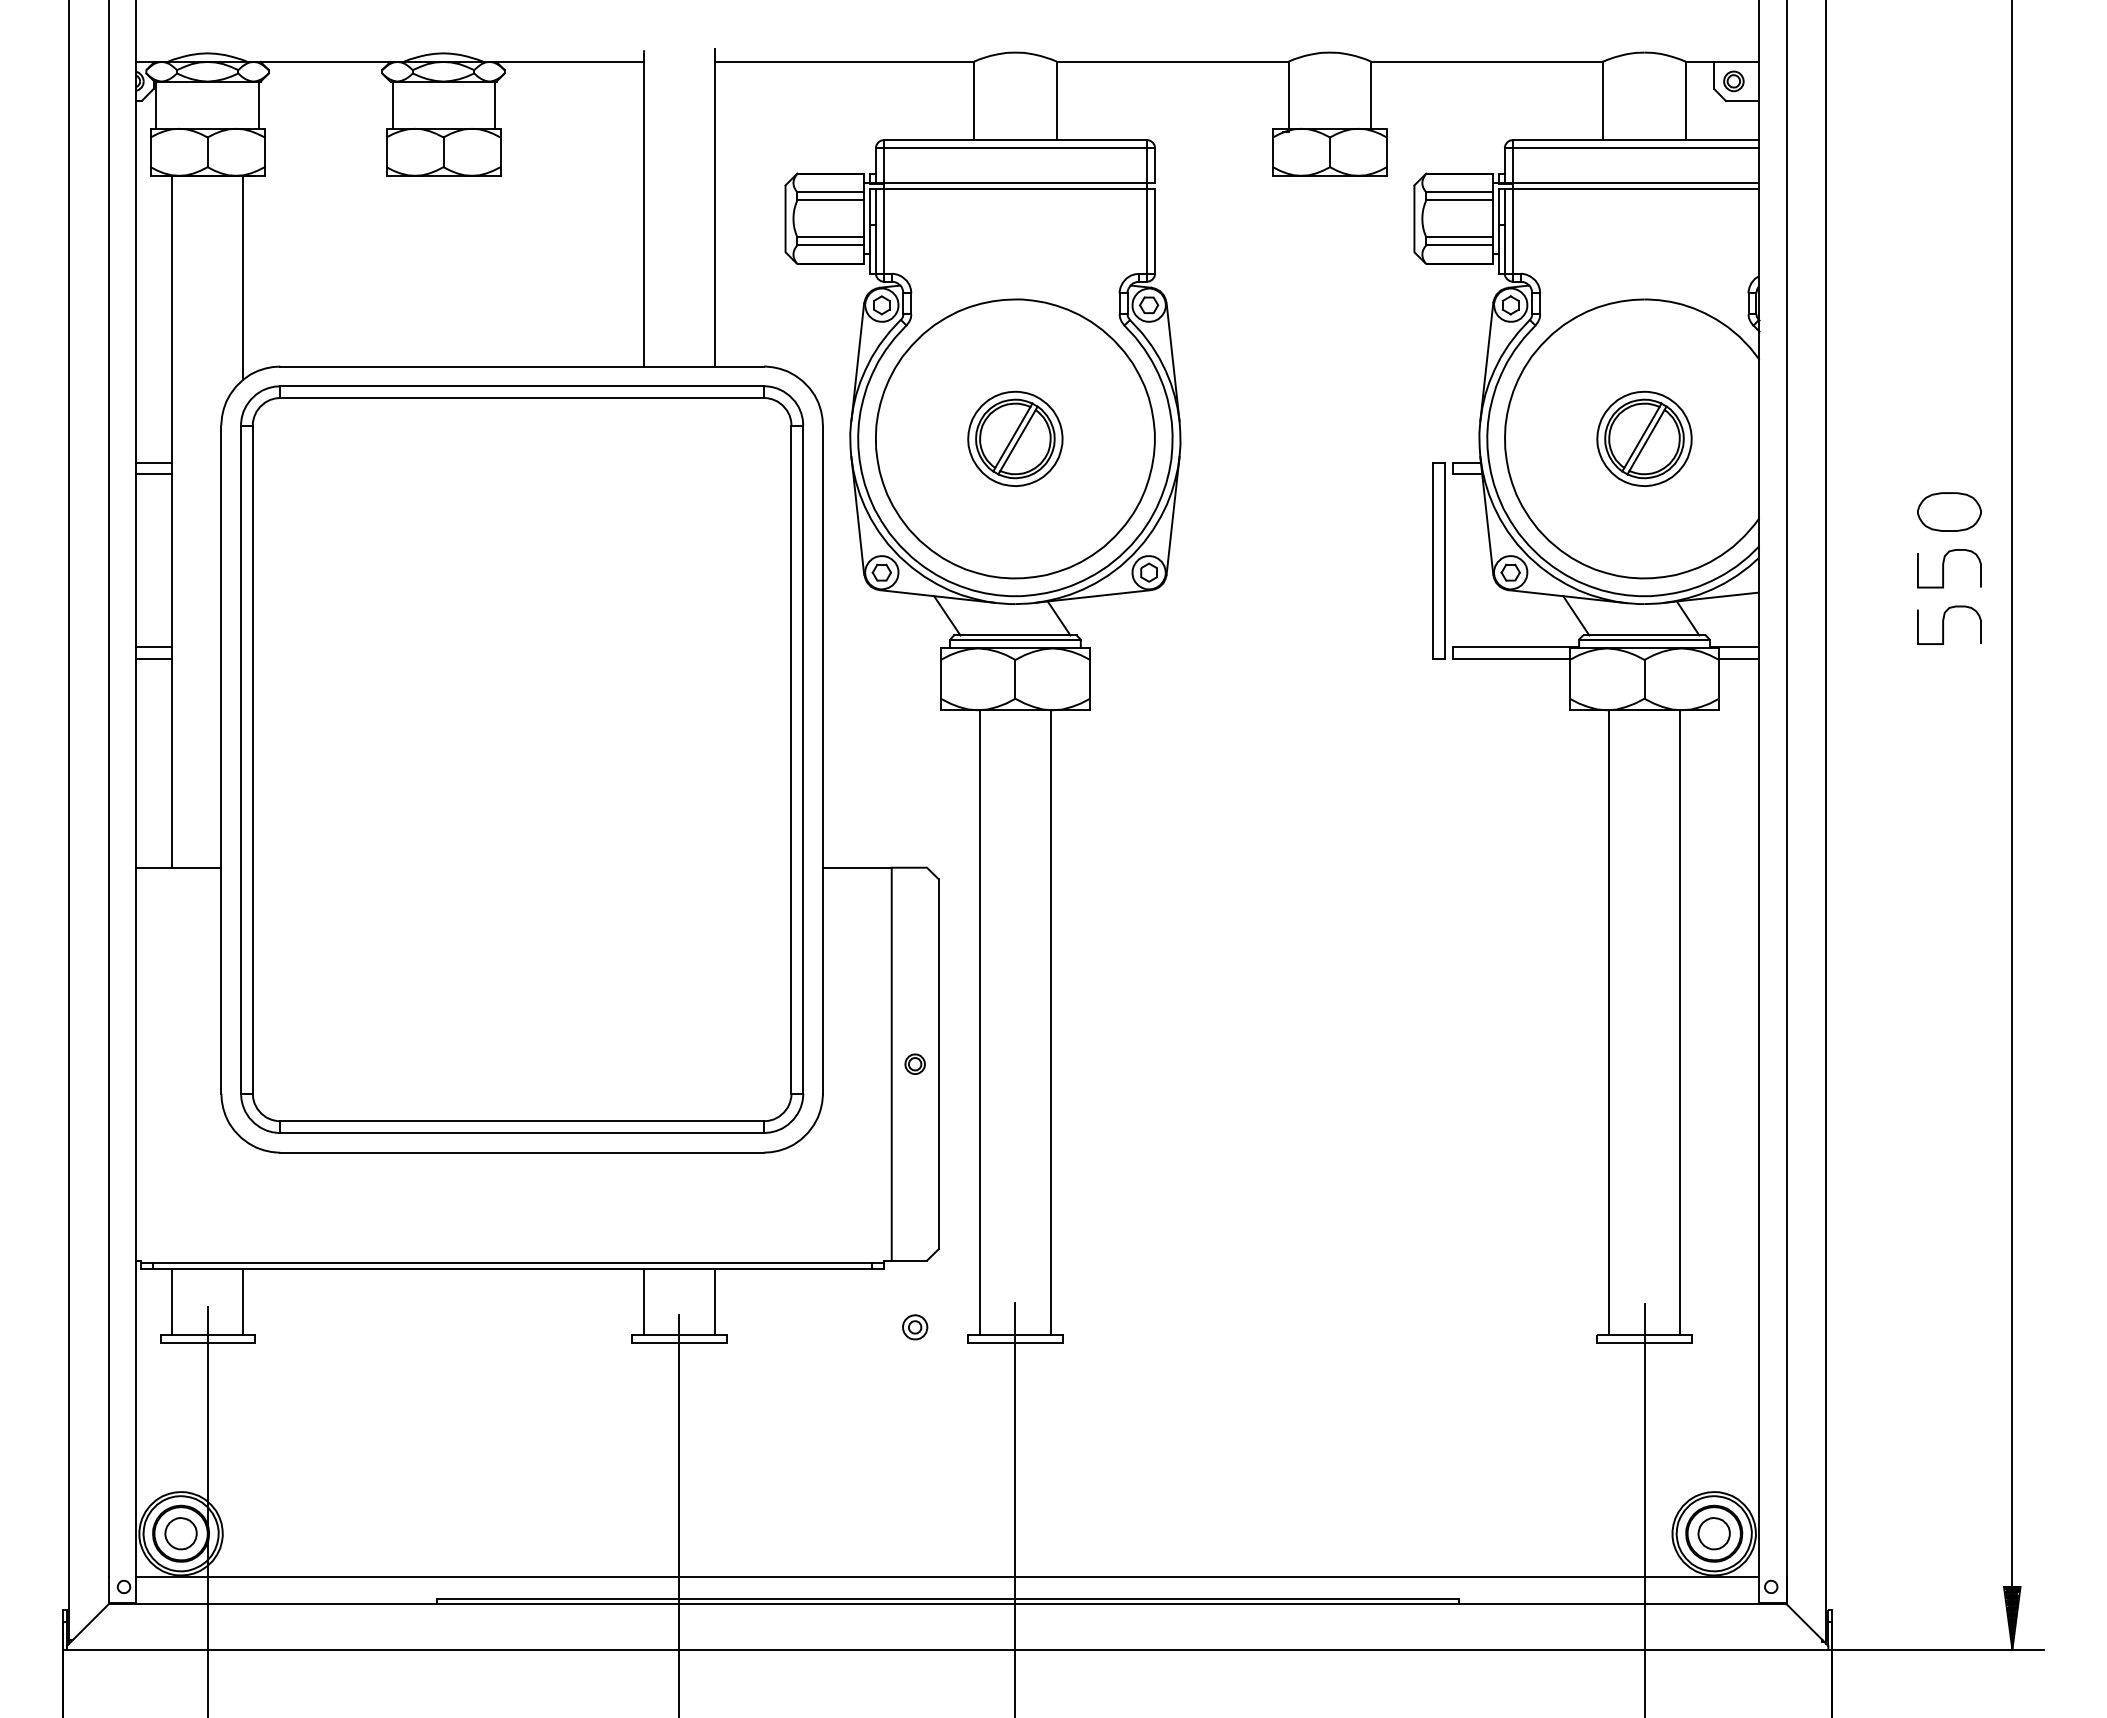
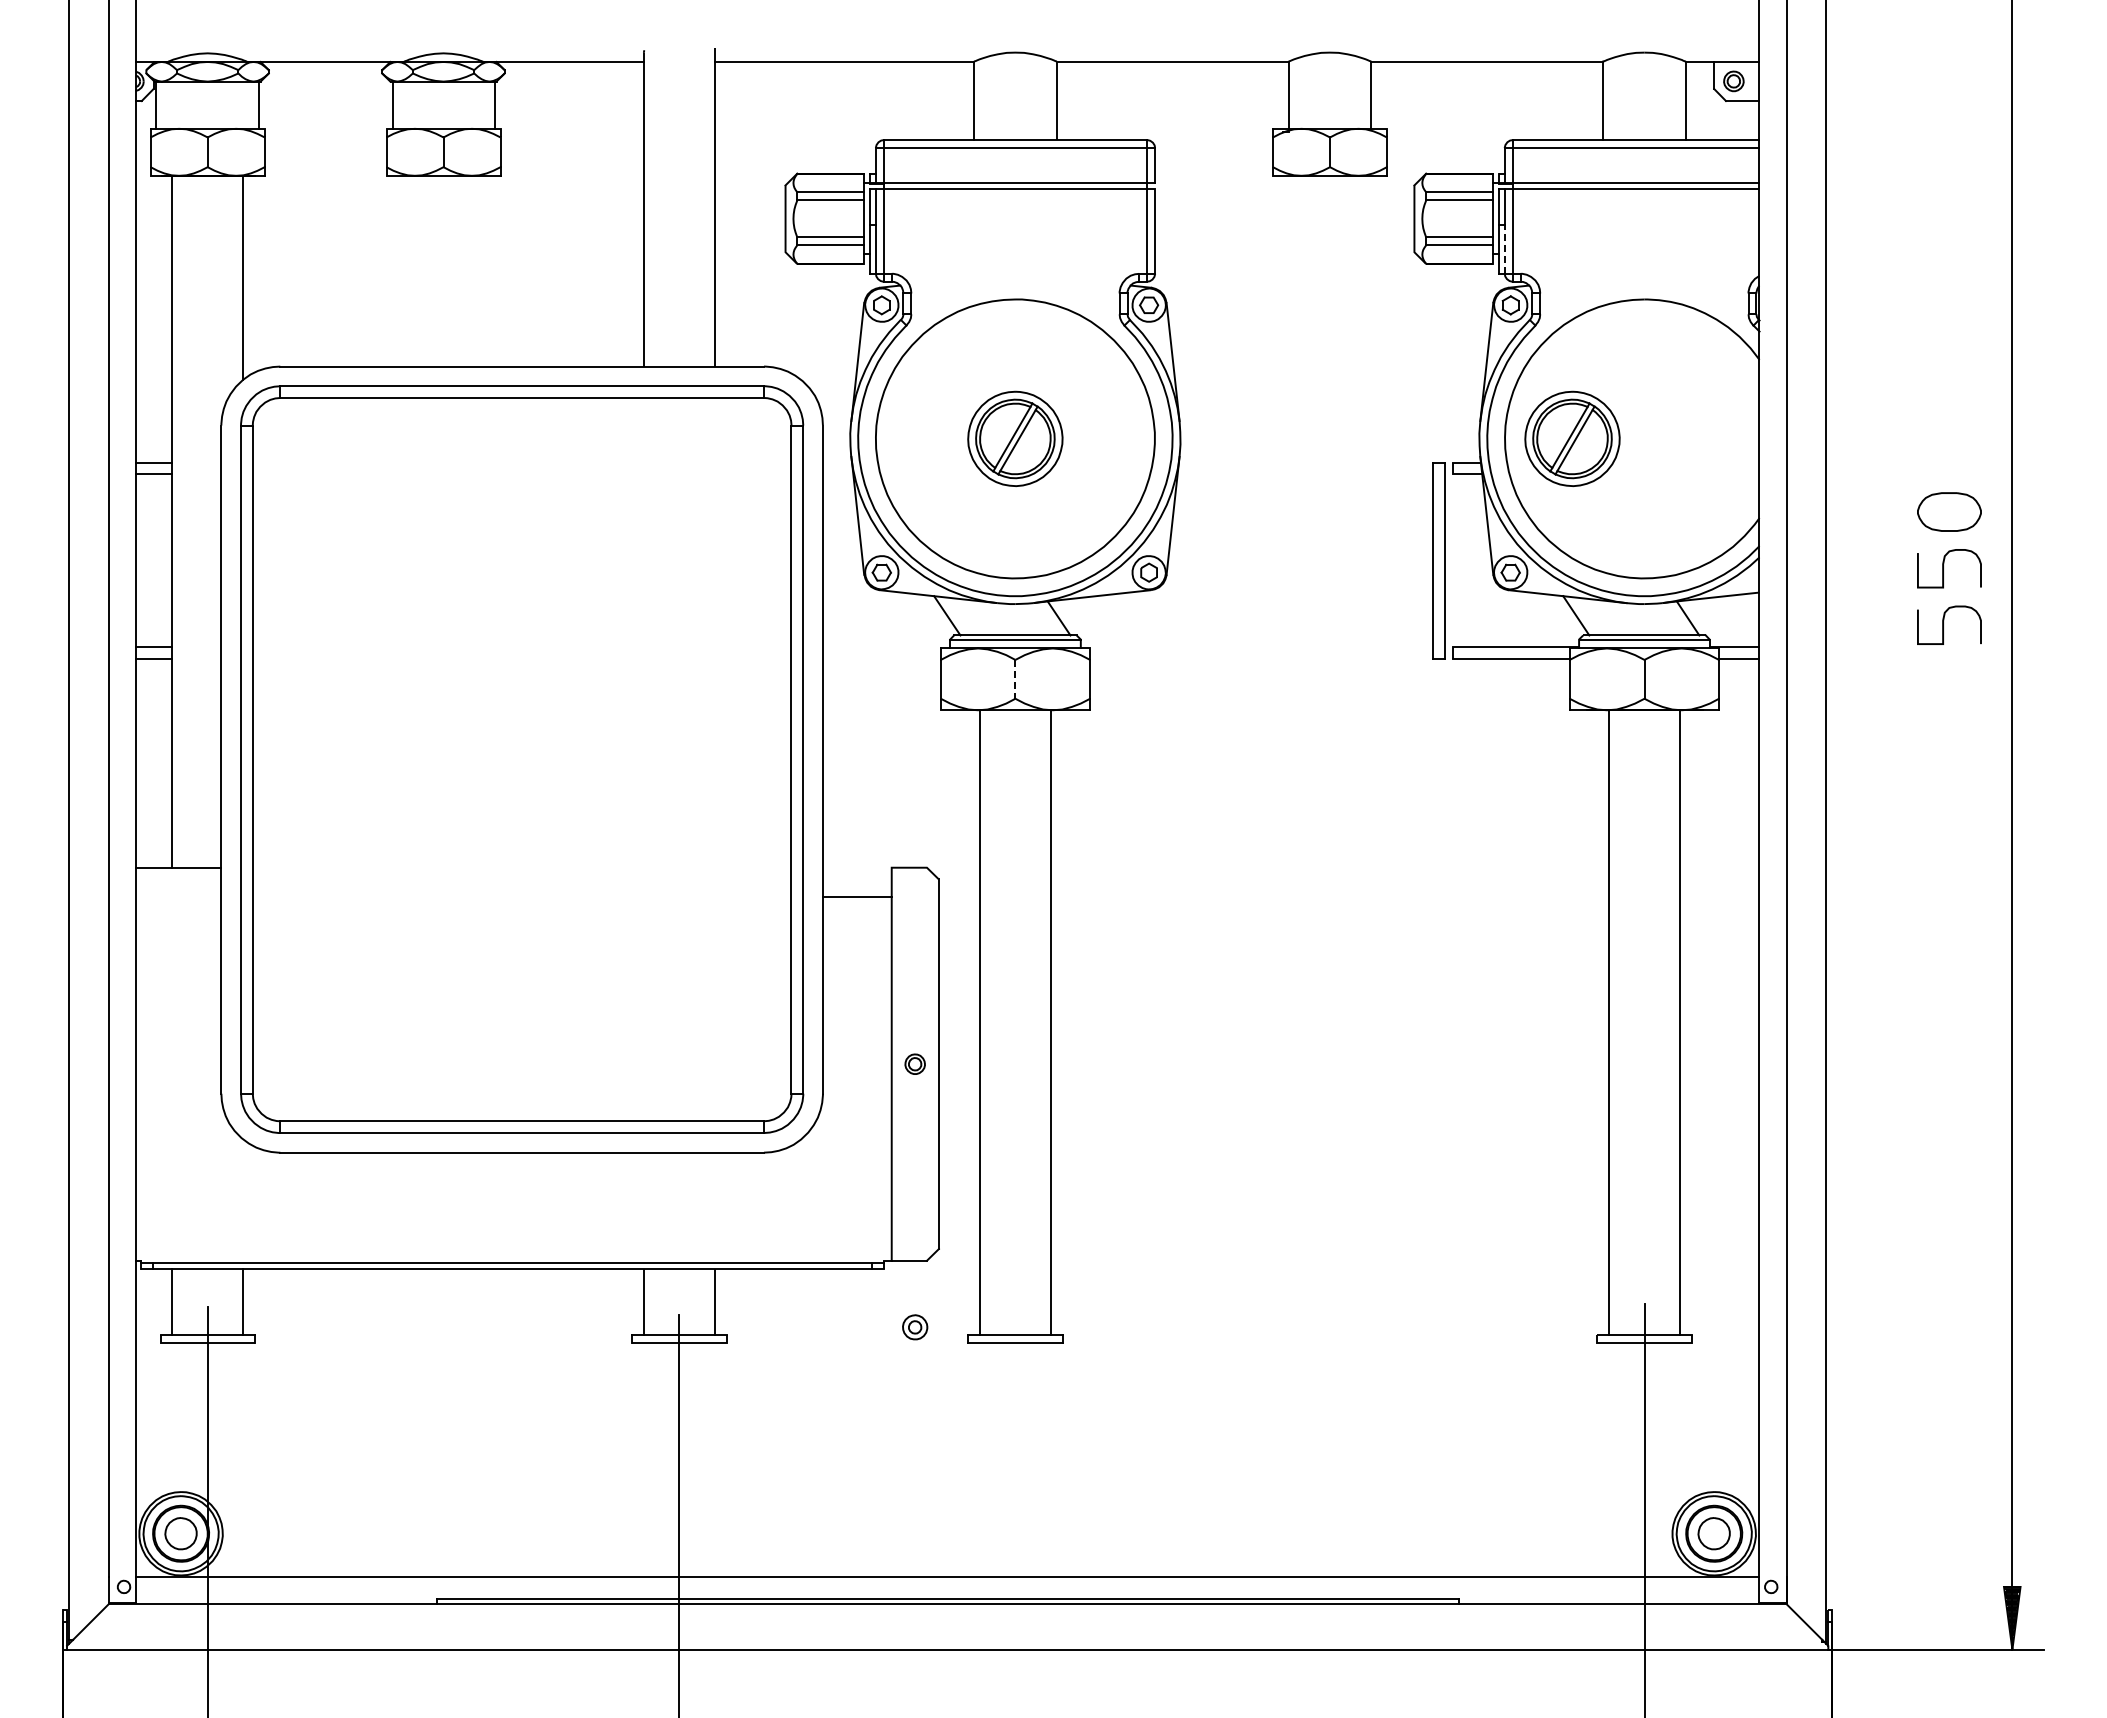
line at (1504, 249): solid -> dashed
part at (1644, 438) position: (1644, 438) -> (1572, 438)
line at (1015, 679): solid -> dashed
line at (856, 867) position: (856, 867) -> (856, 896)
line at (1015, 1508): present -> none
